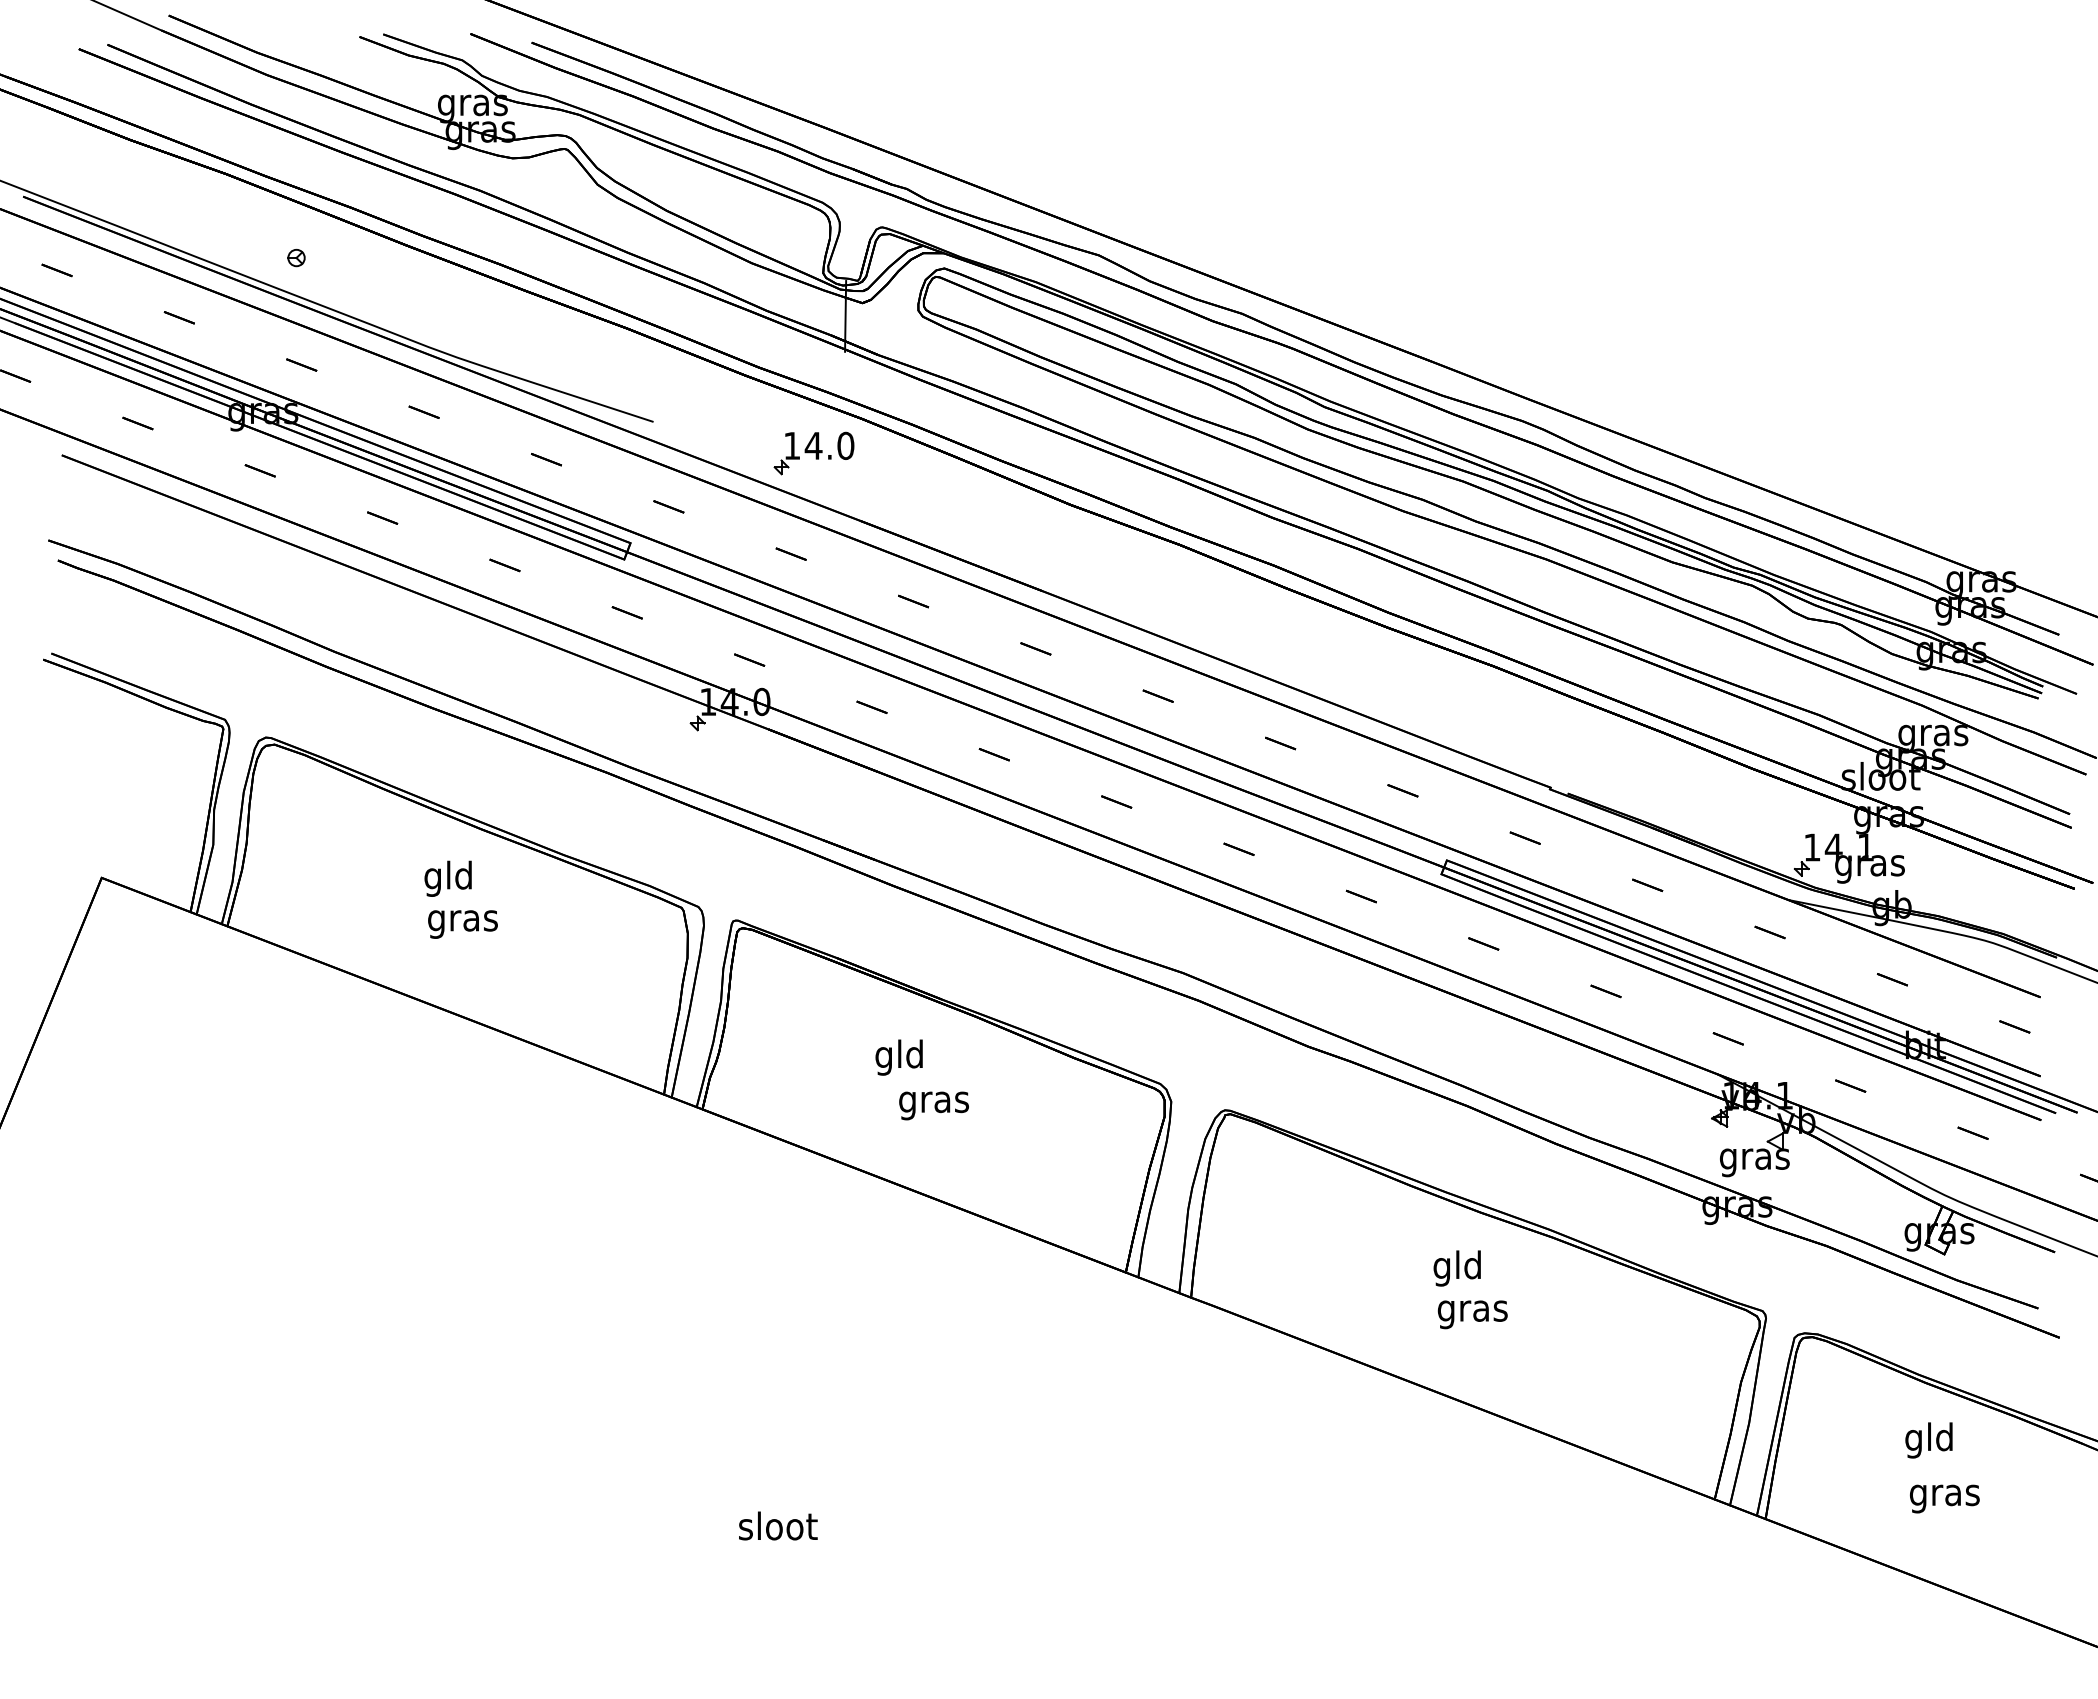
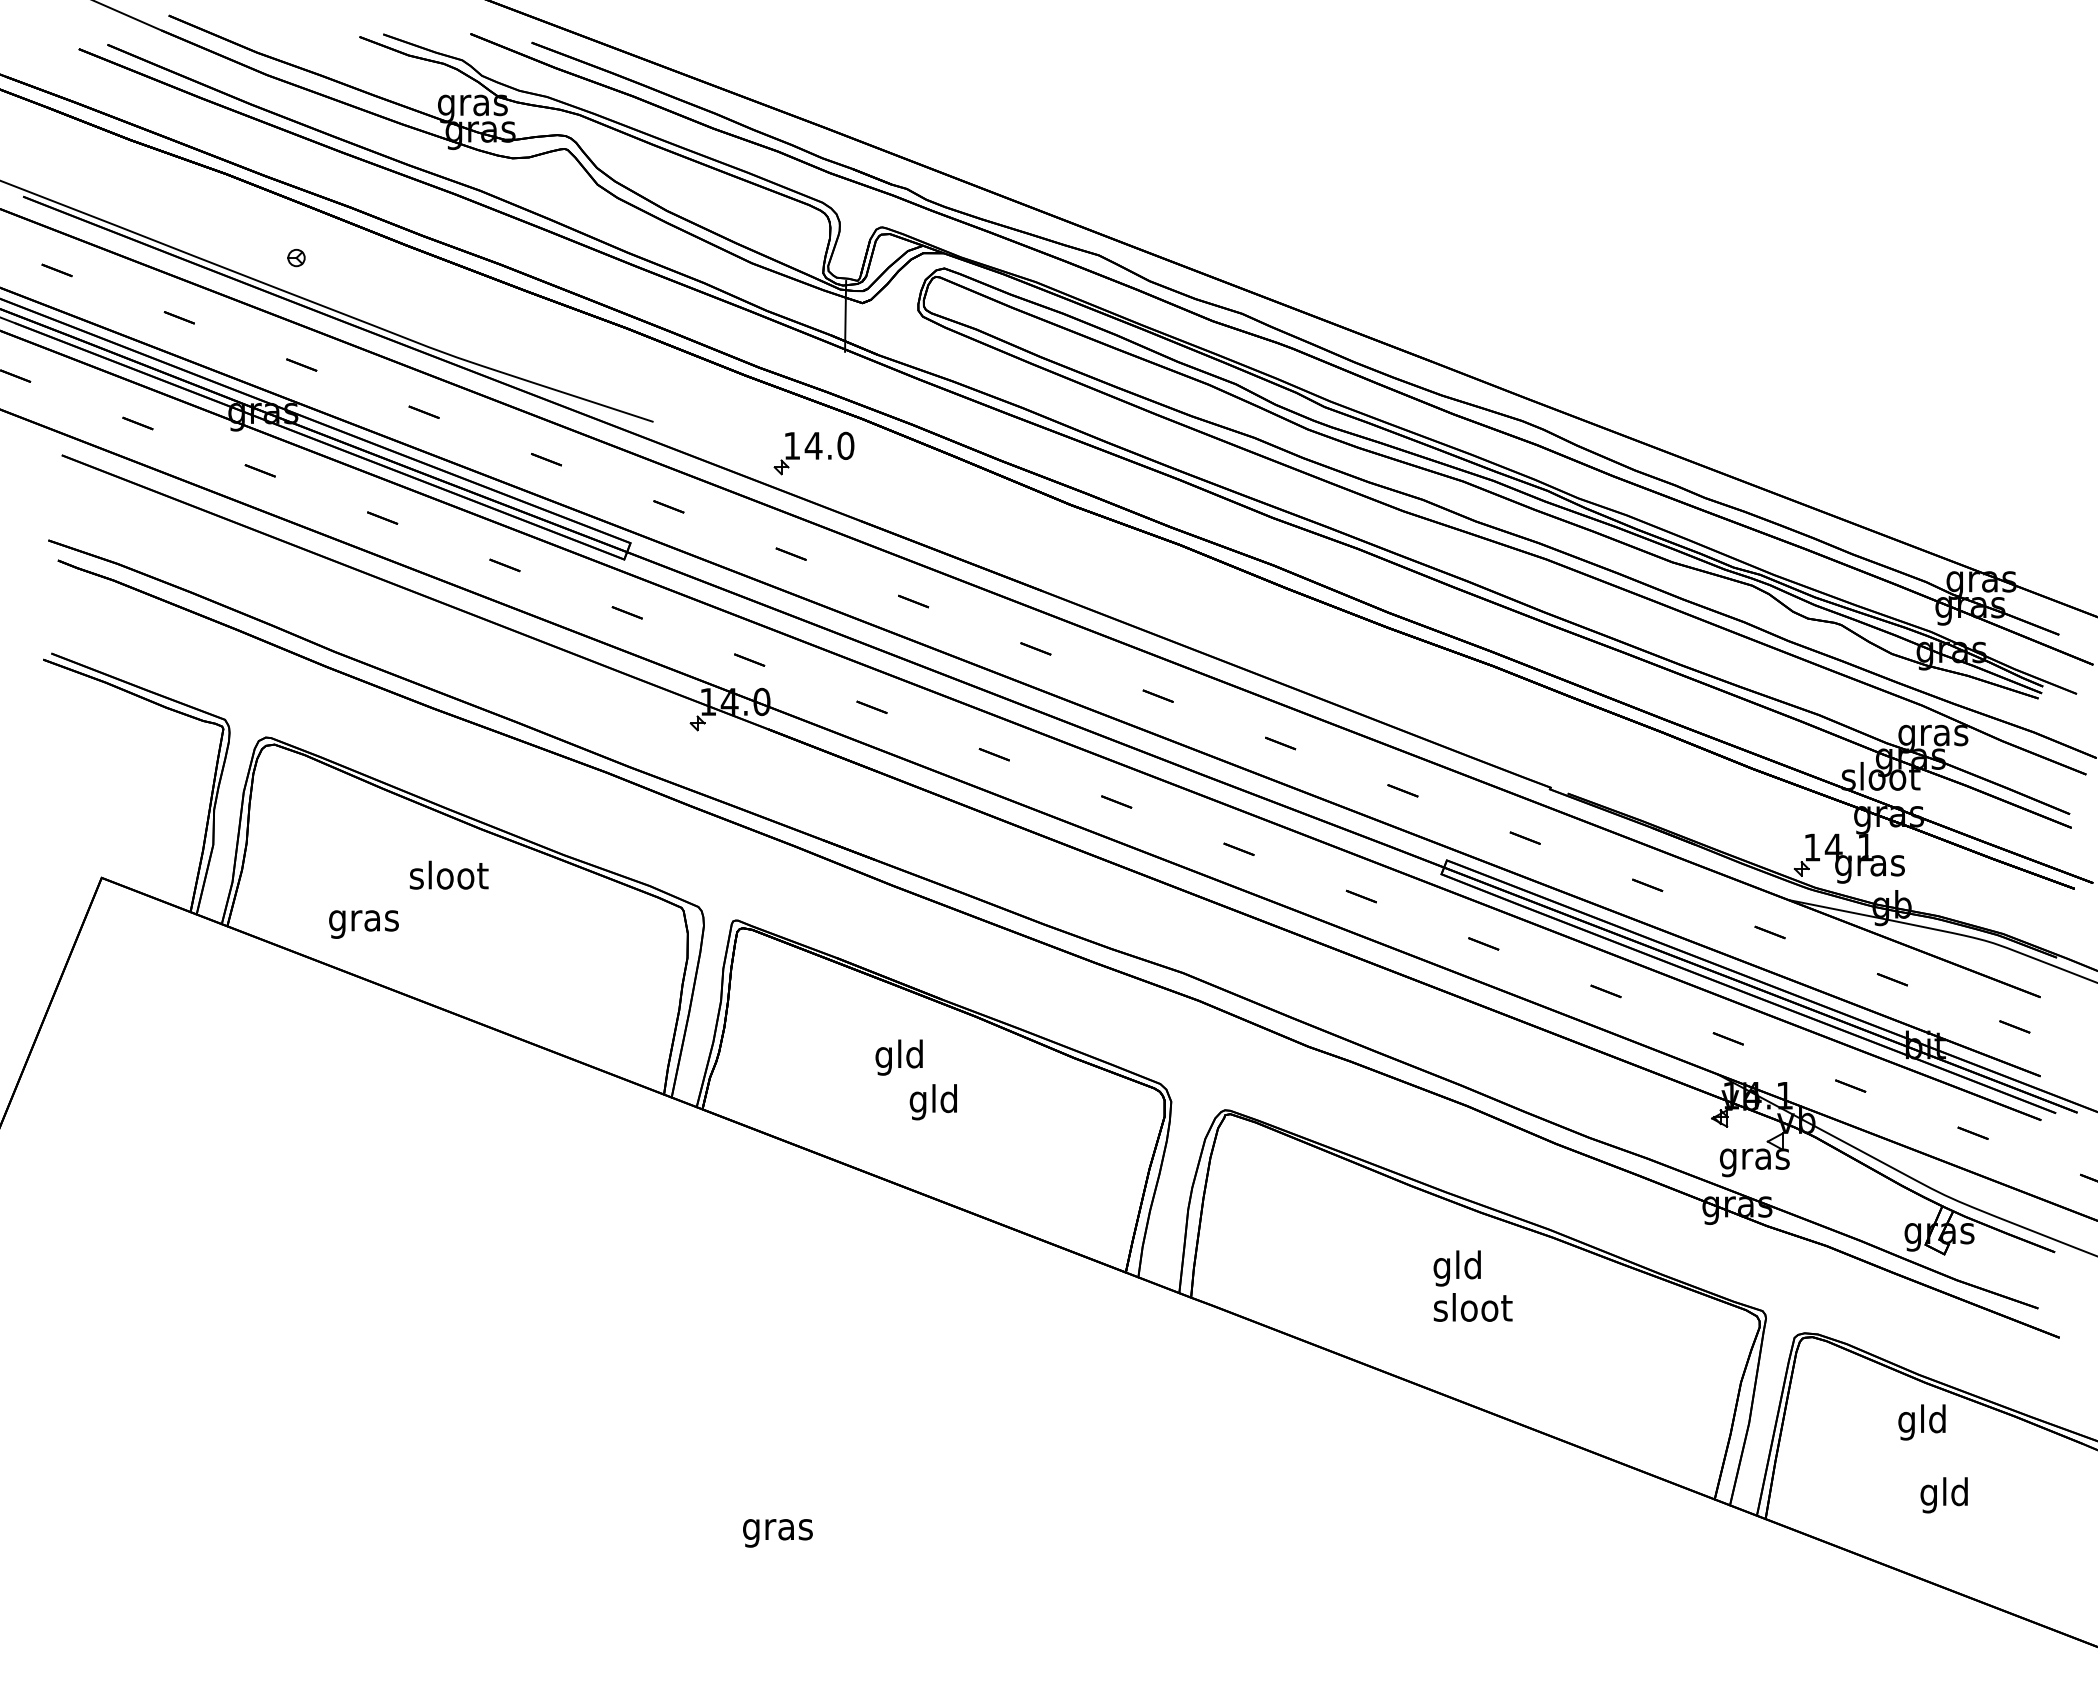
text at (448, 878): gld -> sloot
text at (462, 924) position: (462, 924) -> (363, 924)
text at (933, 1102): gras -> gld
text at (1472, 1311): gras -> sloot
text at (1928, 1440) position: (1928, 1440) -> (1921, 1422)
text at (1944, 1495): gras -> gld
text at (778, 1529): sloot -> gras
